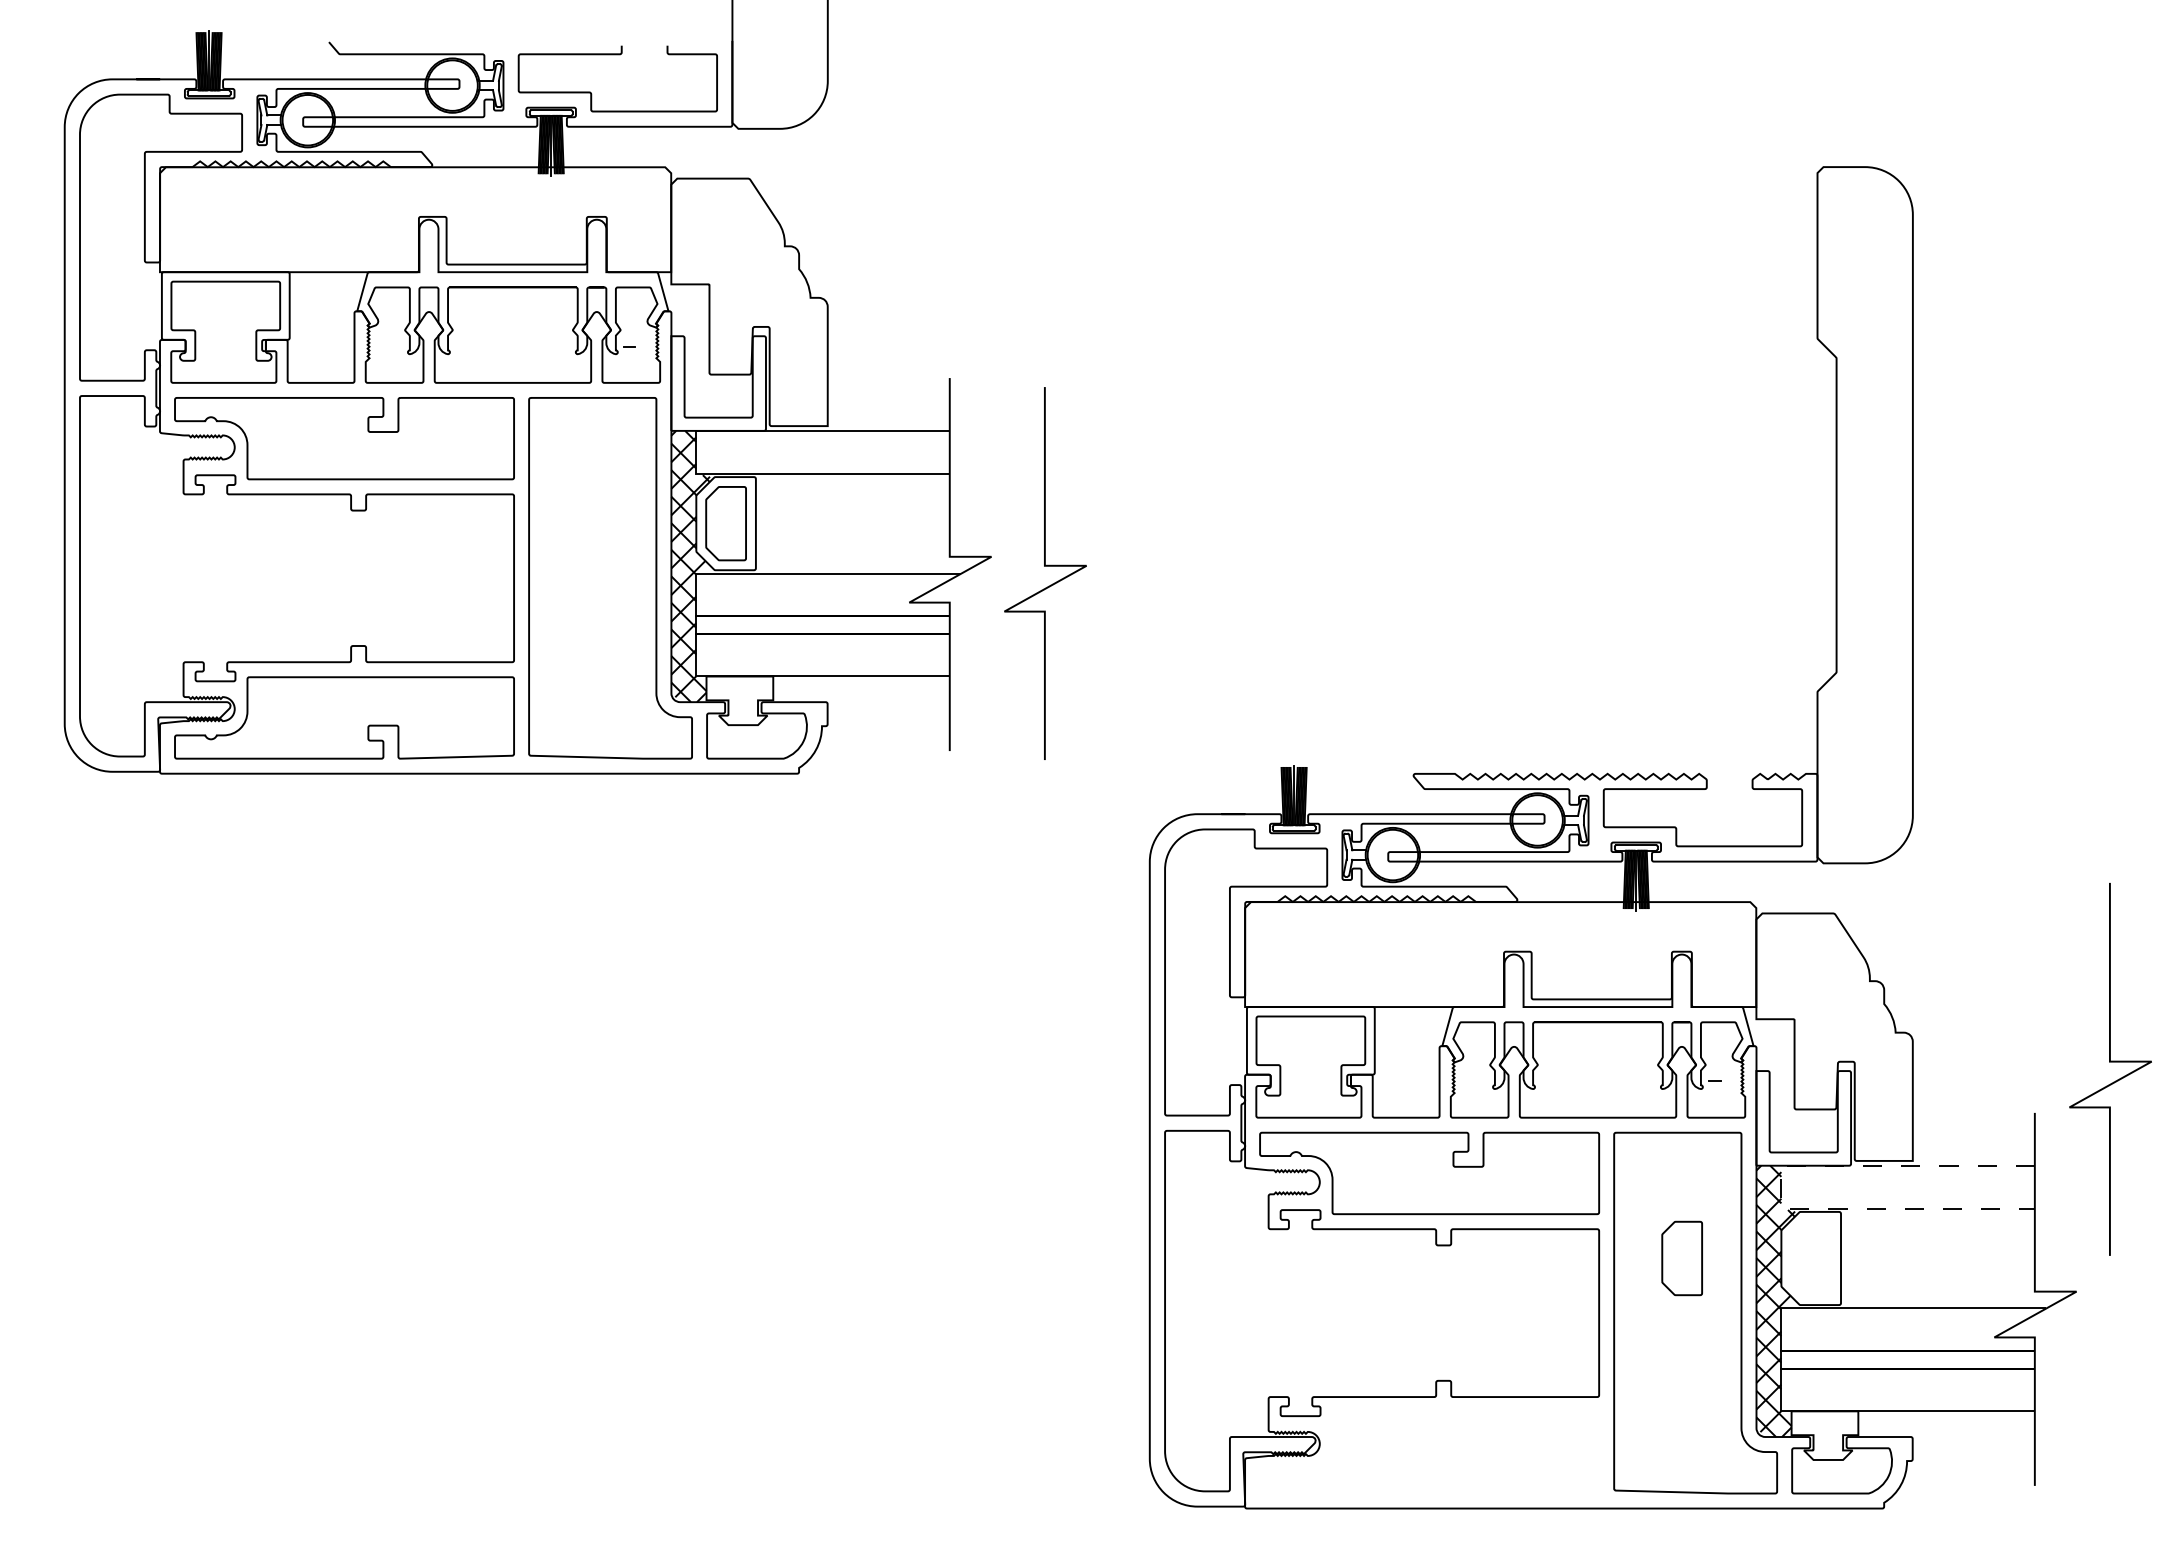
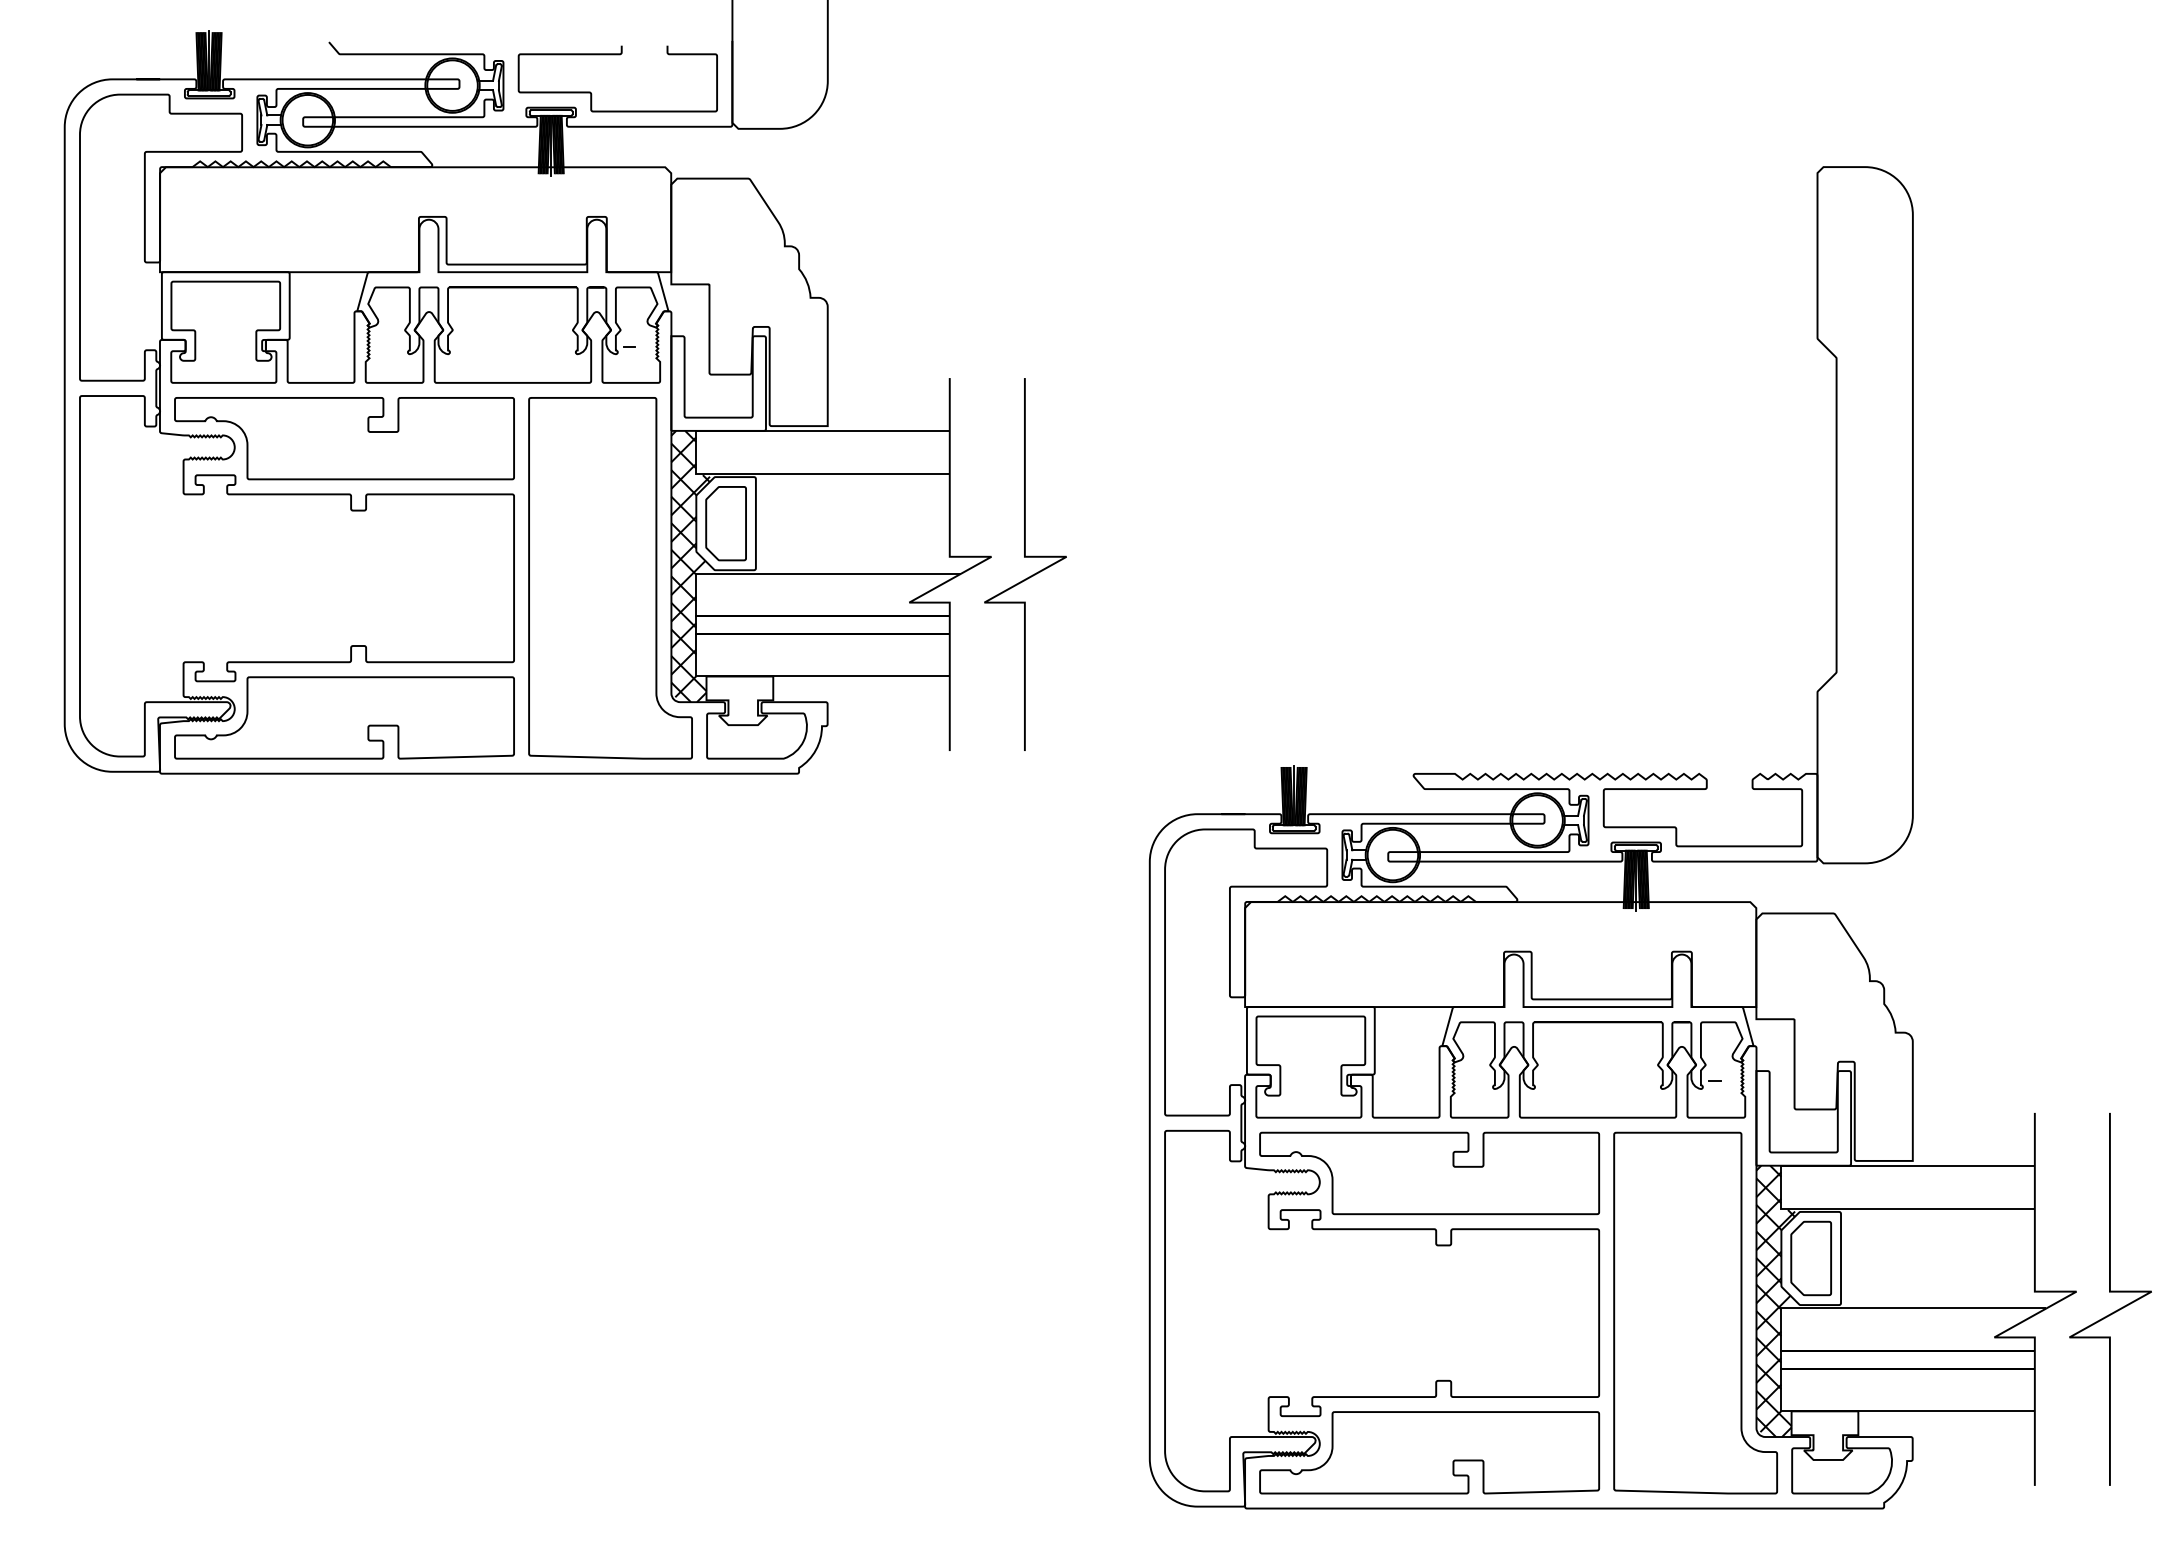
part at (1045, 566) position: (1045, 566) -> (1025, 557)
part at (2110, 1062) position: (2110, 1062) -> (2110, 1292)
line at (1781, 1187): dashed -> solid
part at (1681, 1258) position: (1681, 1258) -> (1810, 1258)
part at (1429, 1452): none -> present
